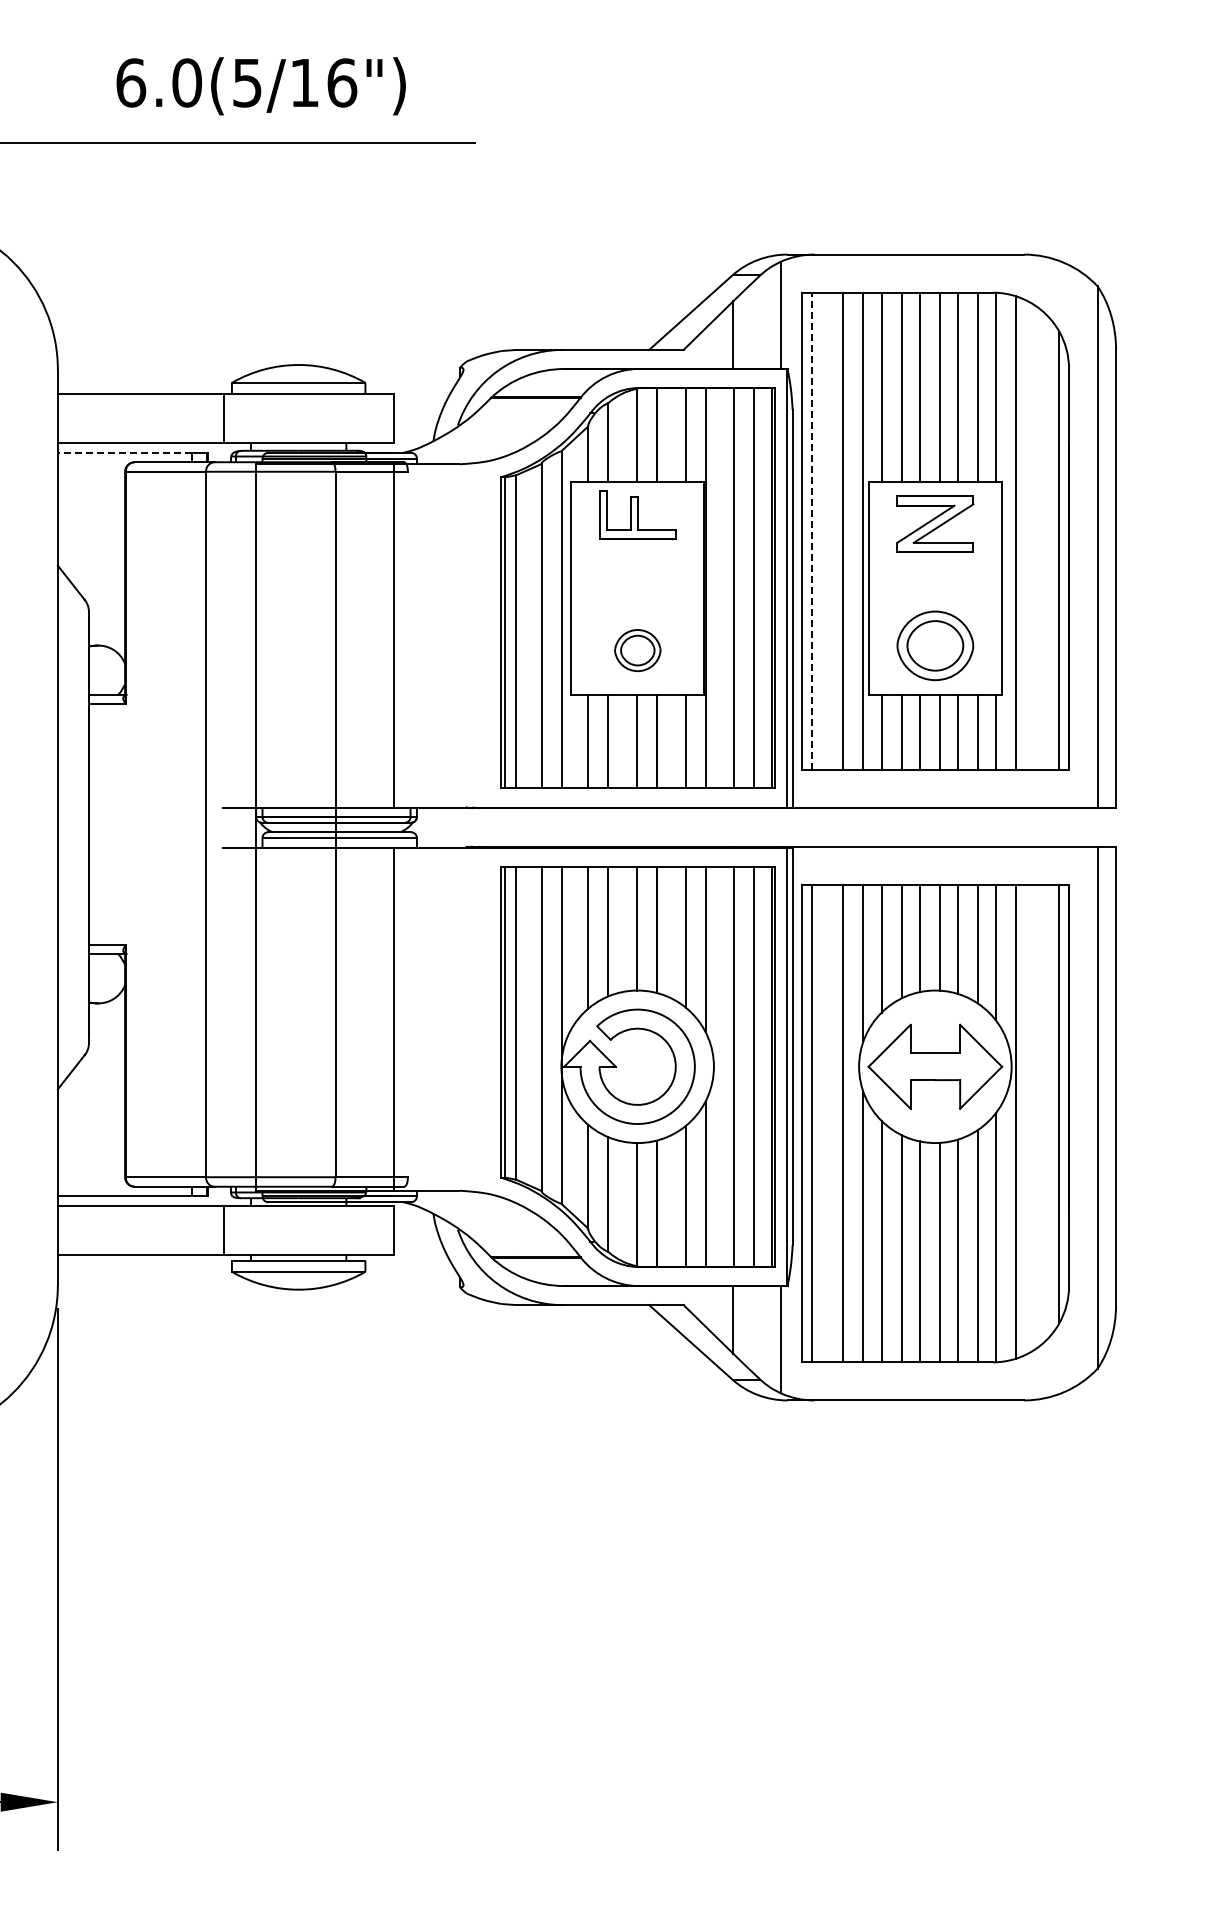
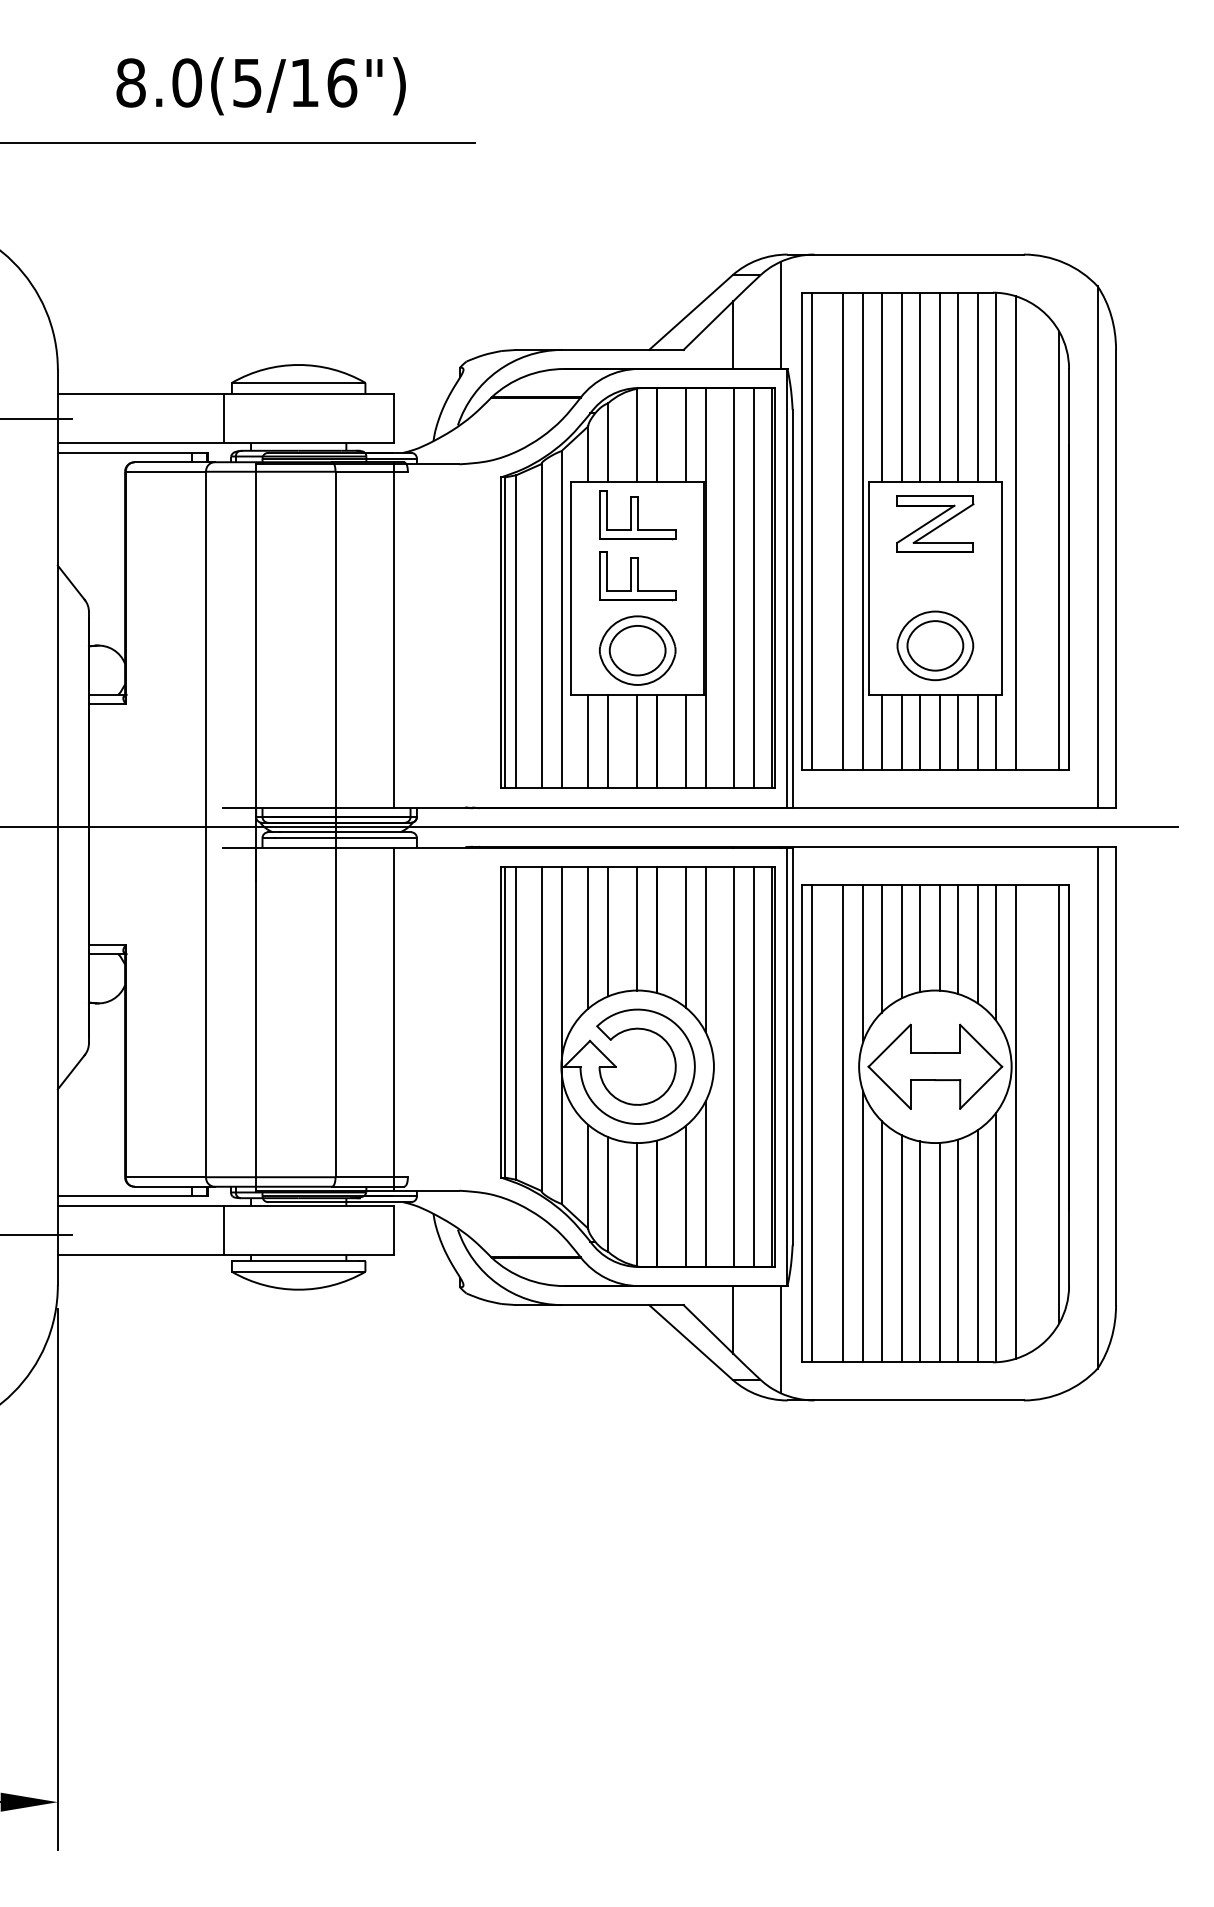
text at (131, 82): 6.0(5/16") -> 8.0(5/16")
line at (37, 419): none -> present
line at (124, 452): dashed -> solid
line at (811, 531): dashed -> solid
part at (637, 576): none -> present
part at (637, 650) size: 48x44 px -> 78x71 px
line at (589, 827): none -> present
line at (37, 1235): none -> present
